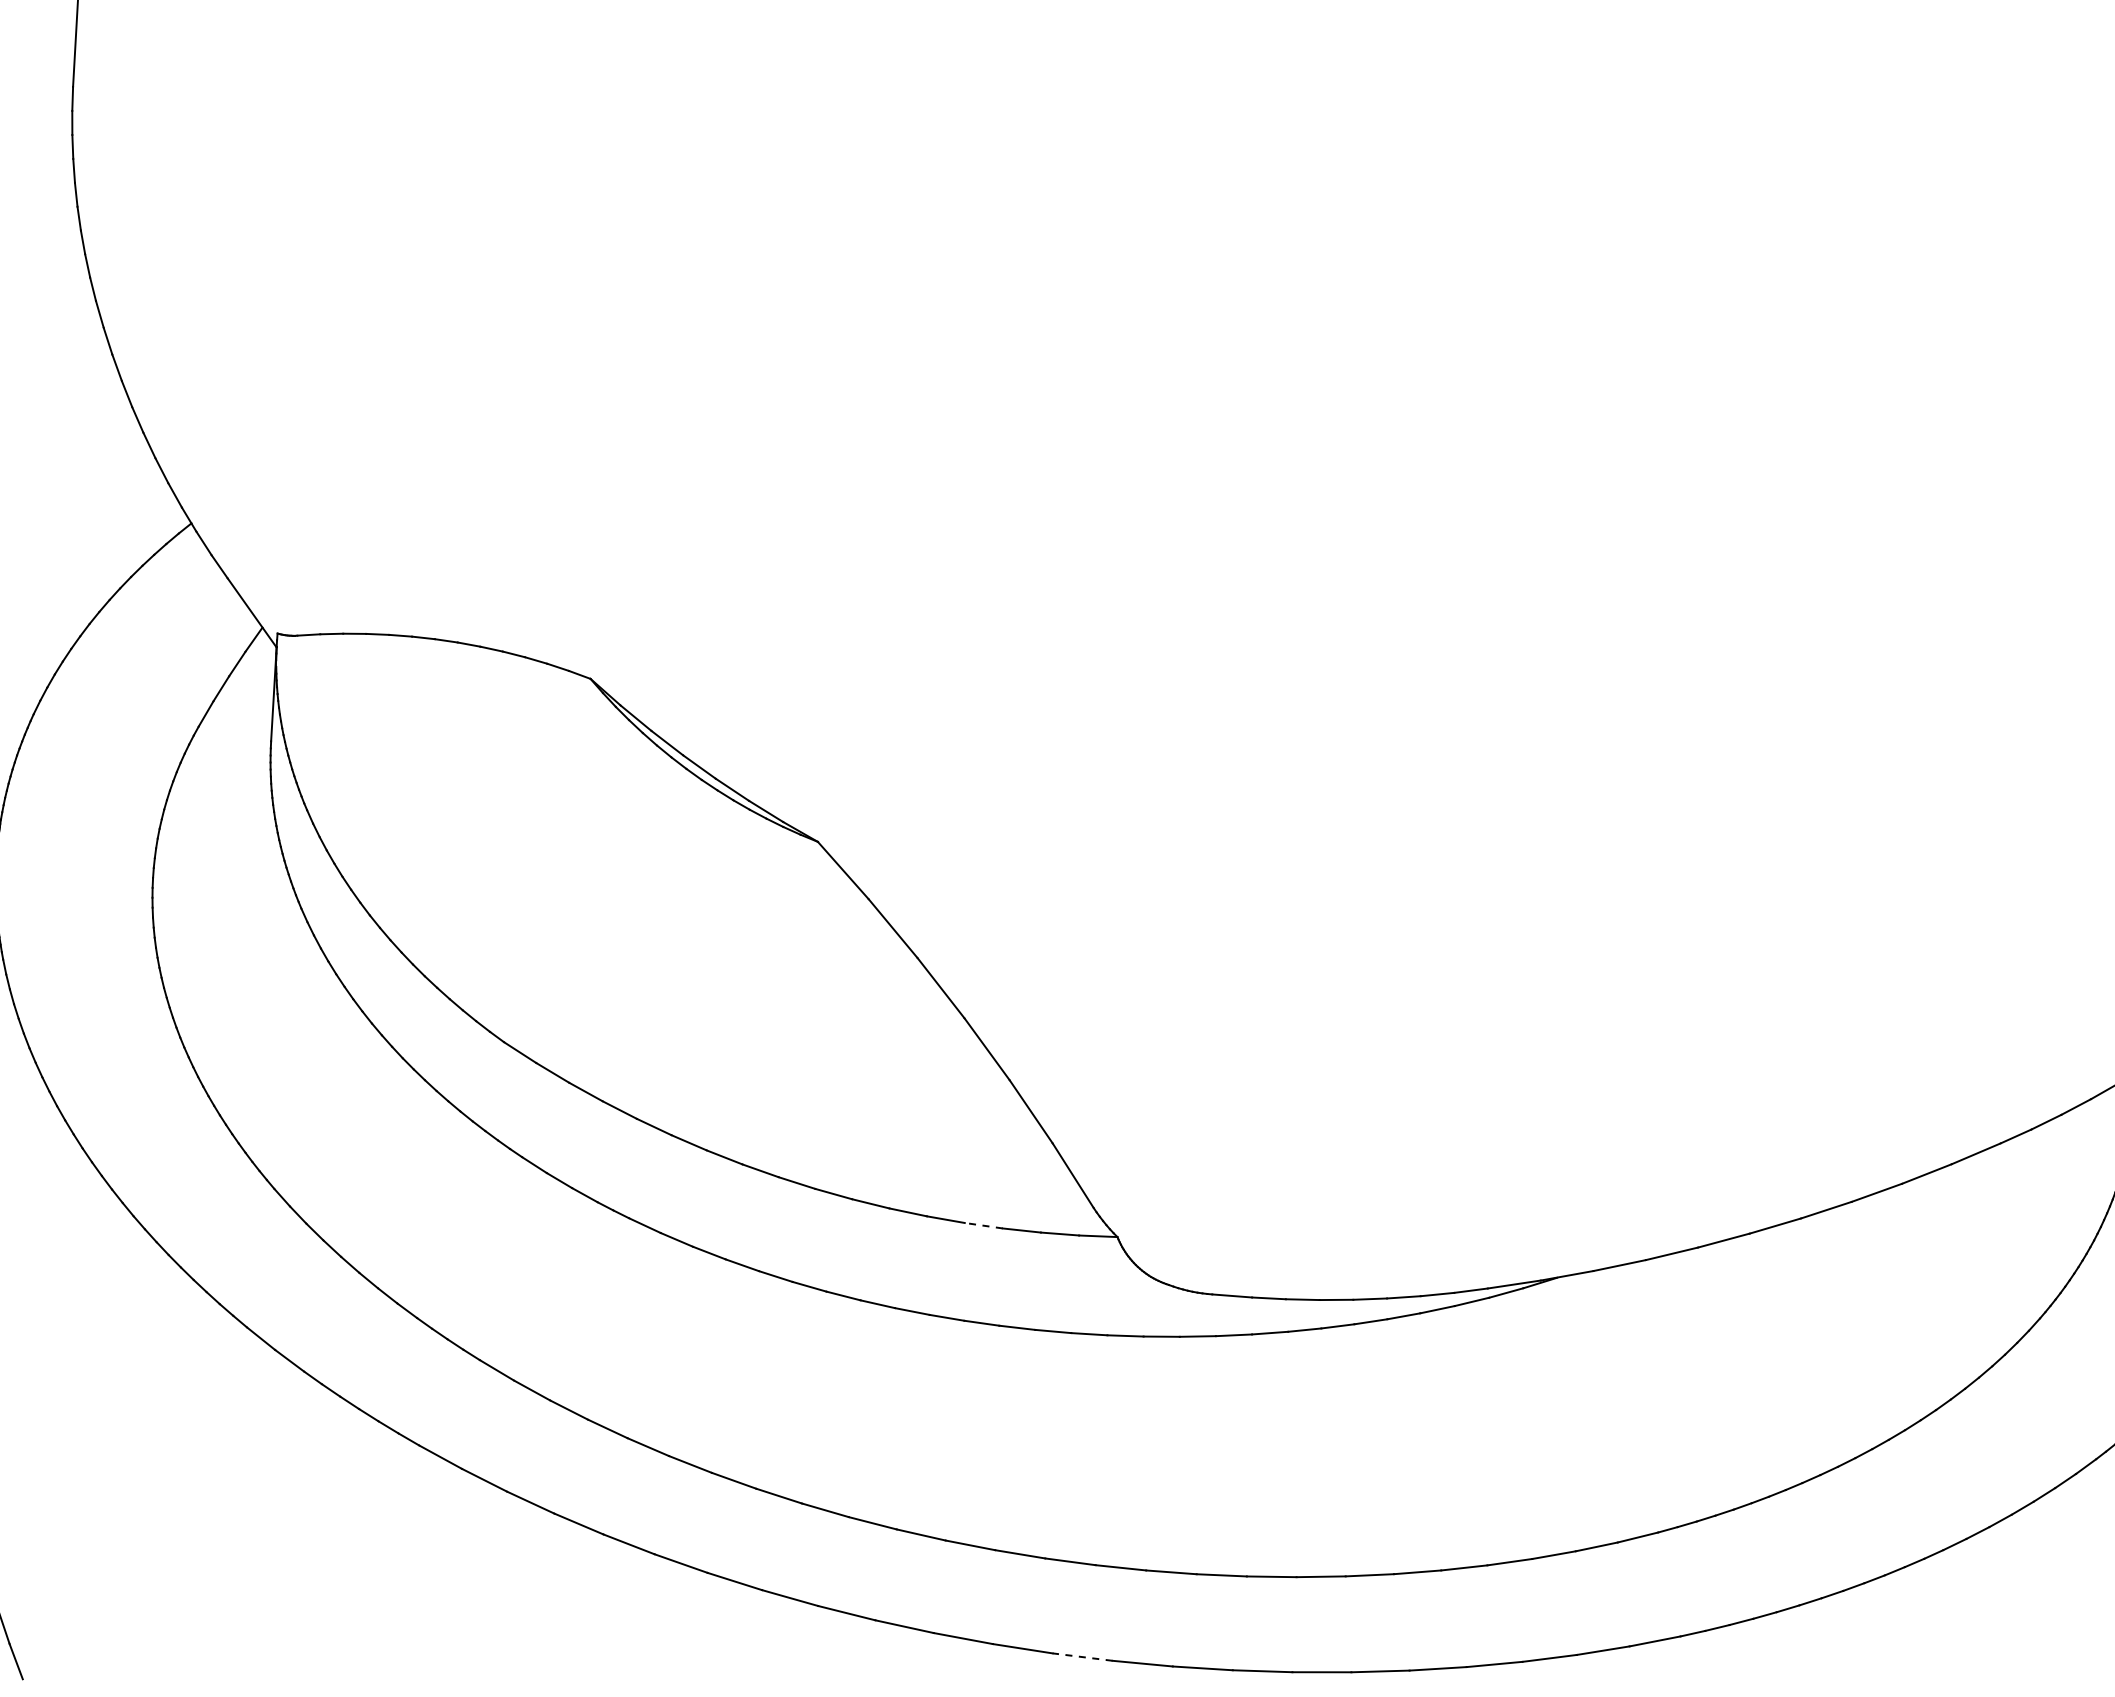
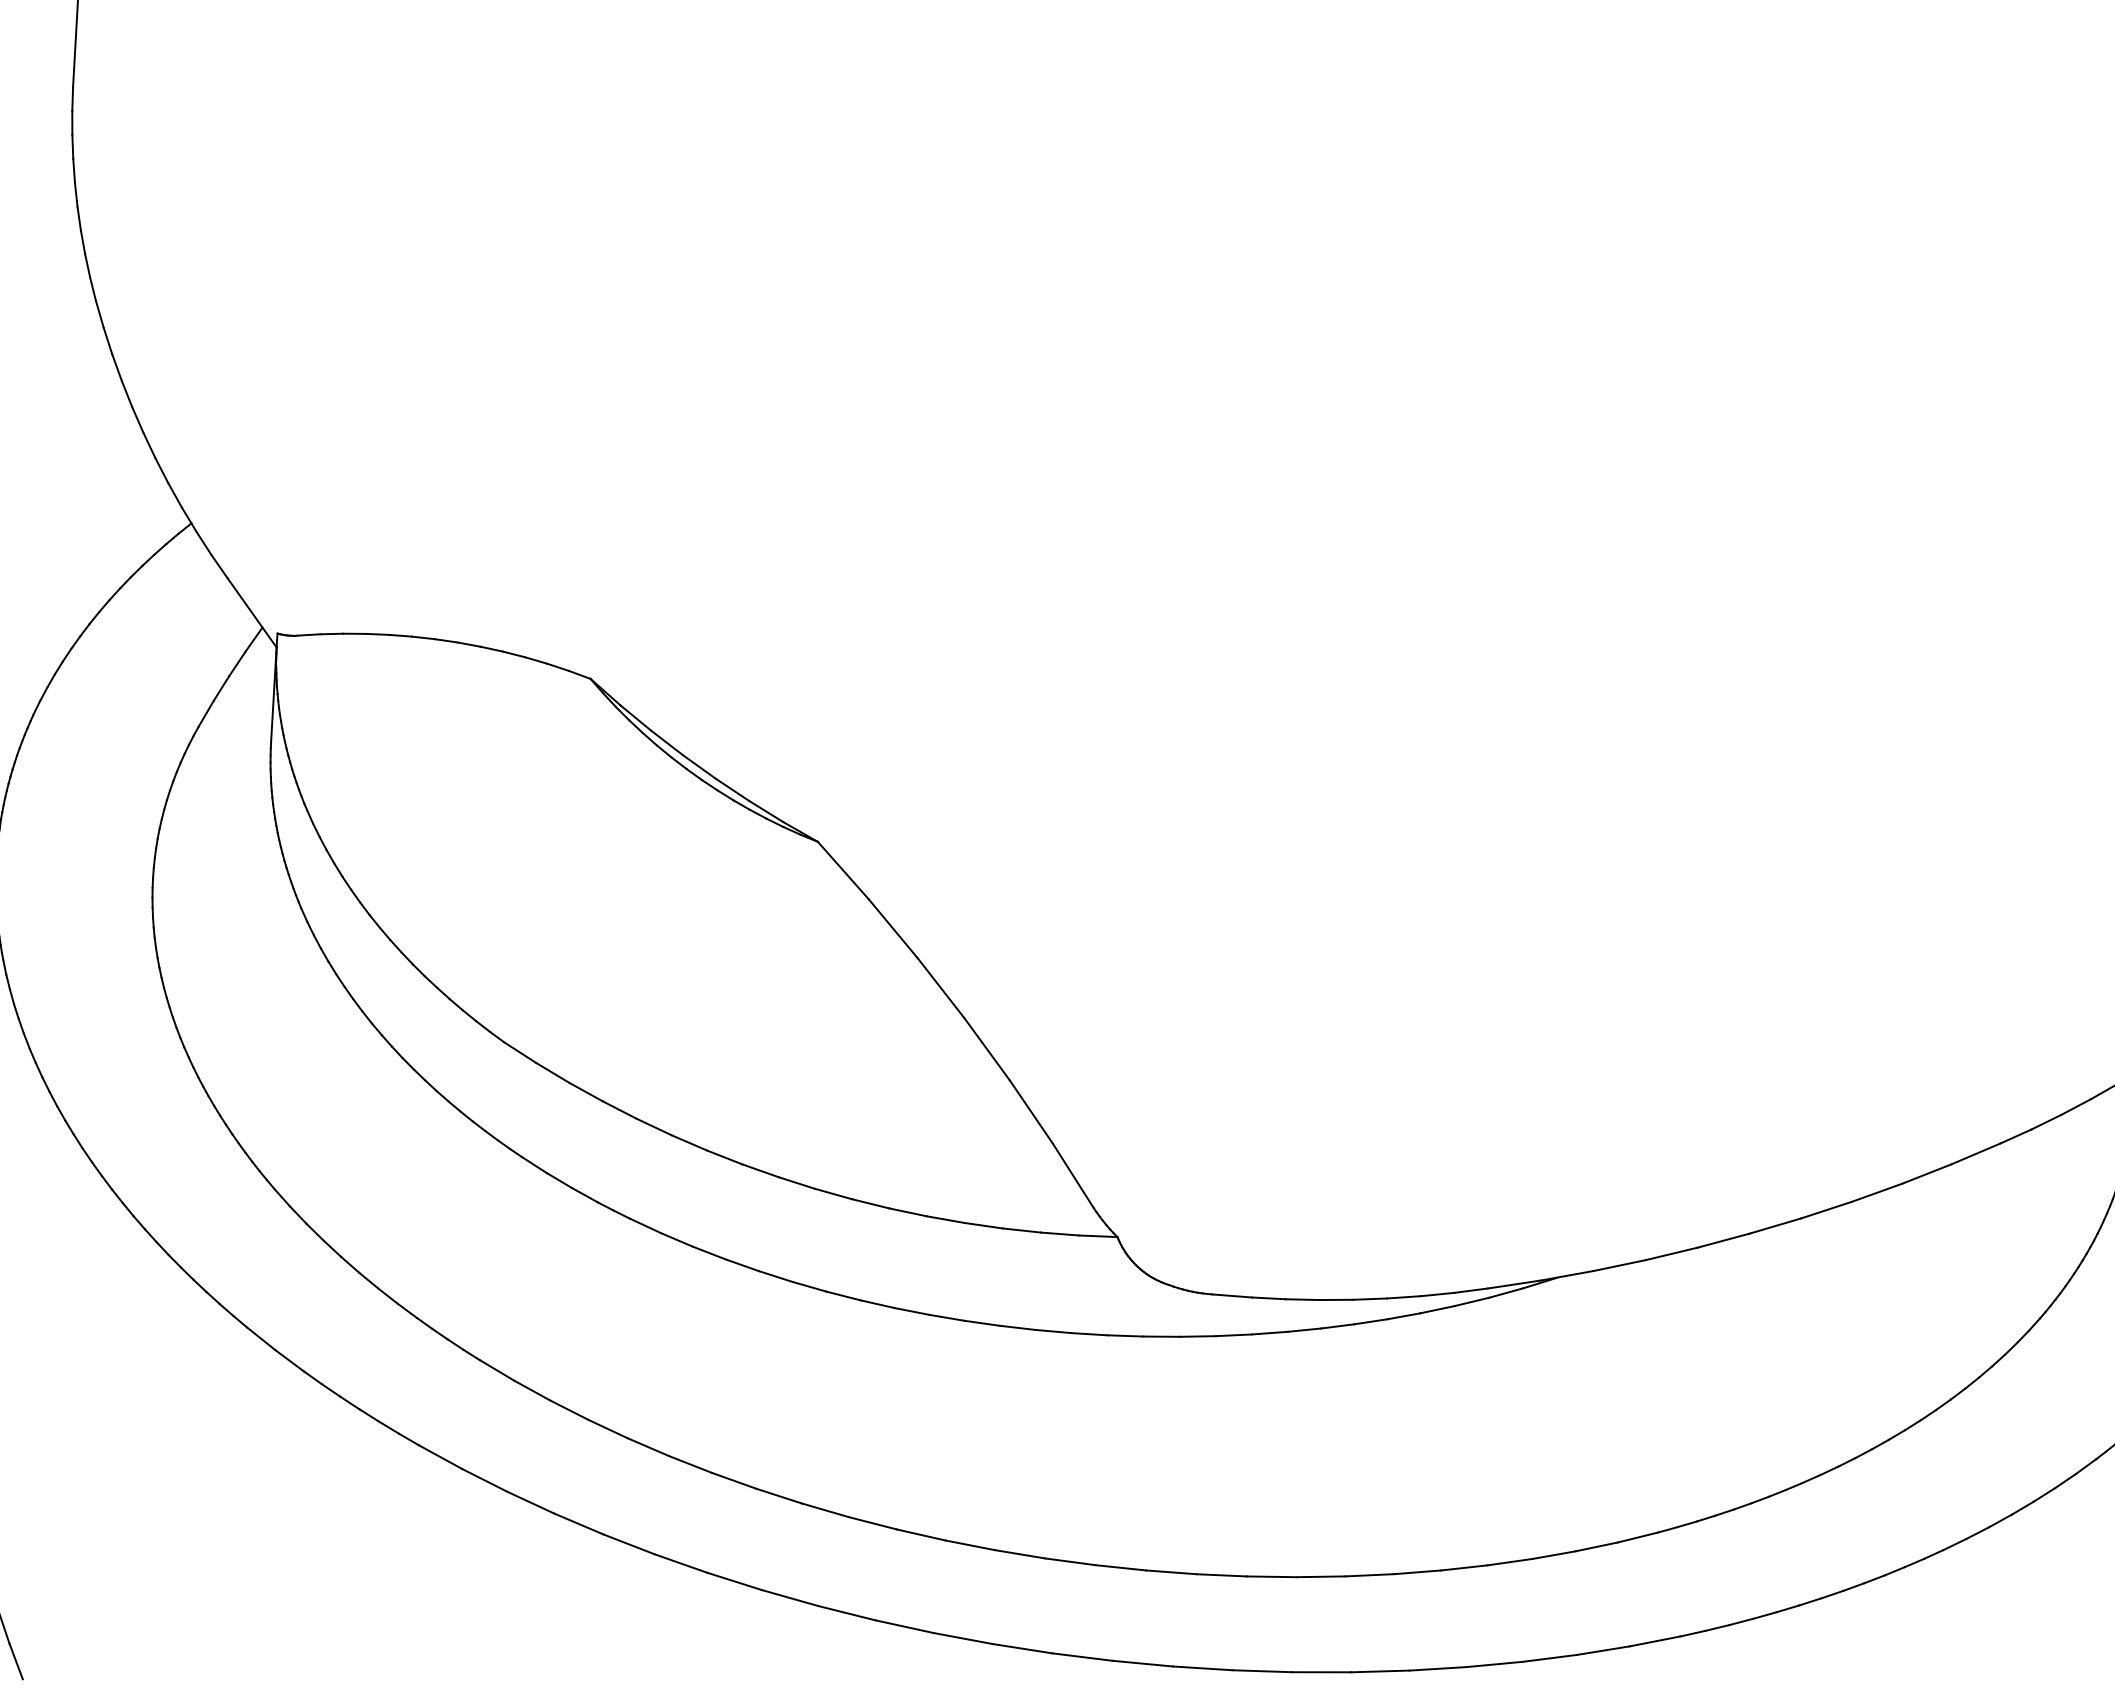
line at (983, 1225): dashed -> solid
line at (1082, 1657): dashed -> solid
